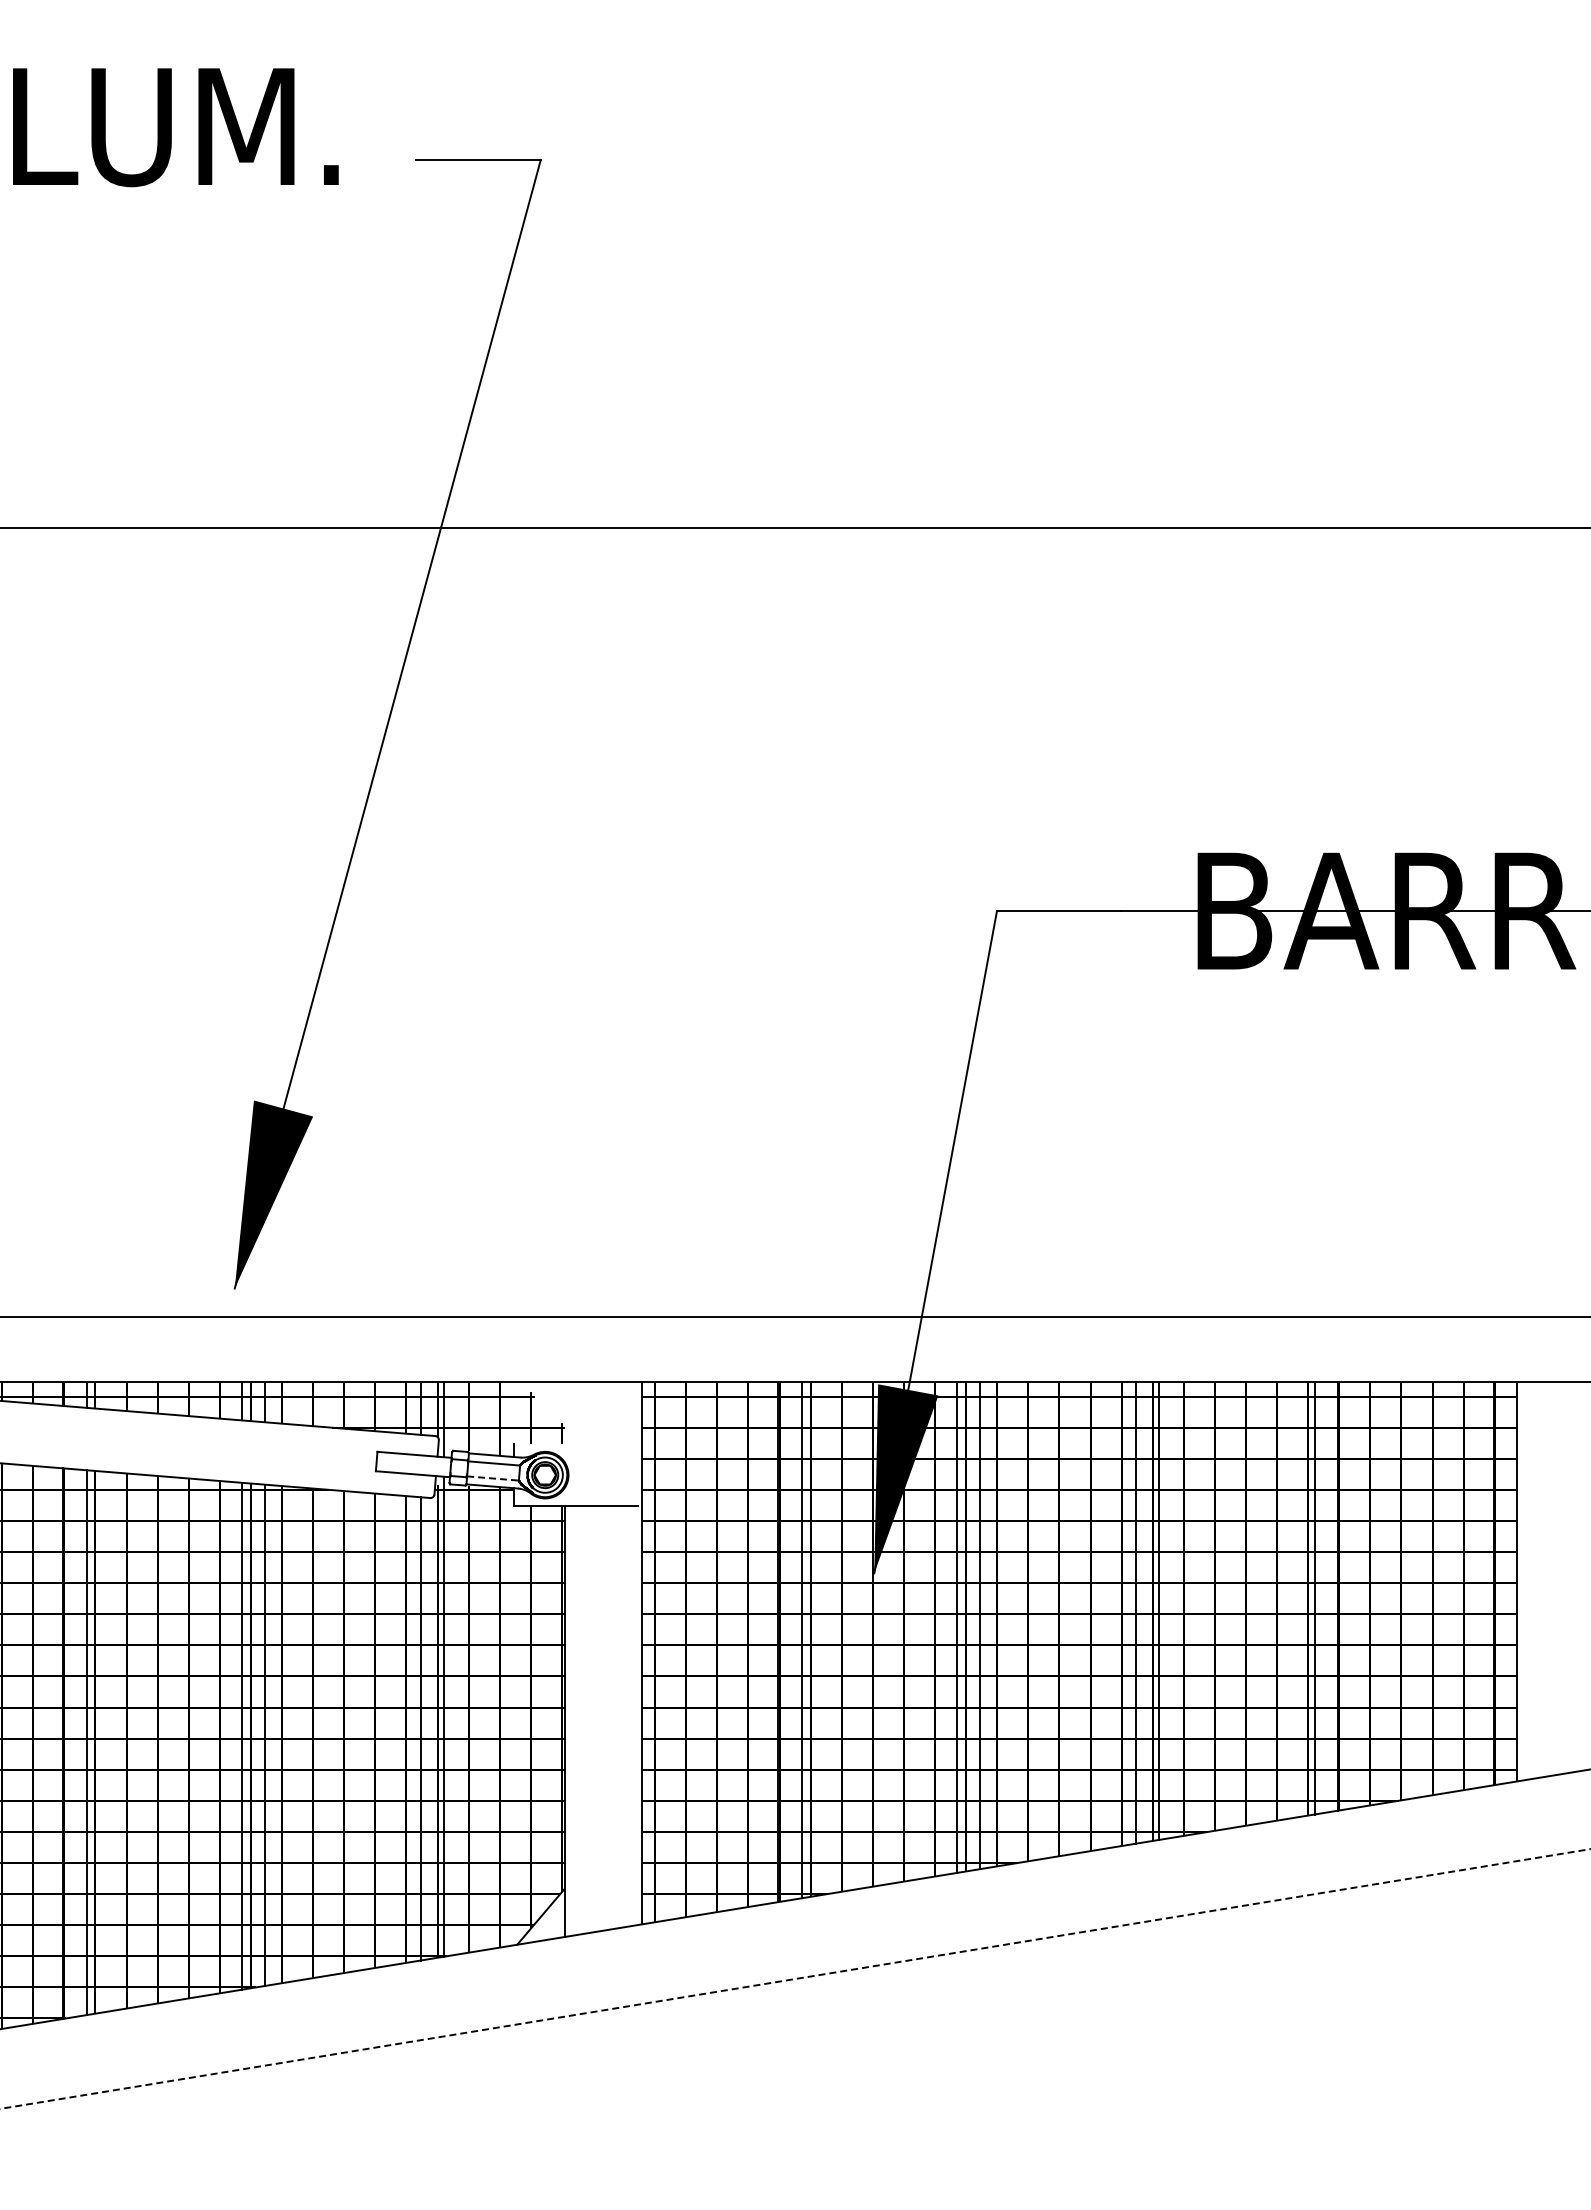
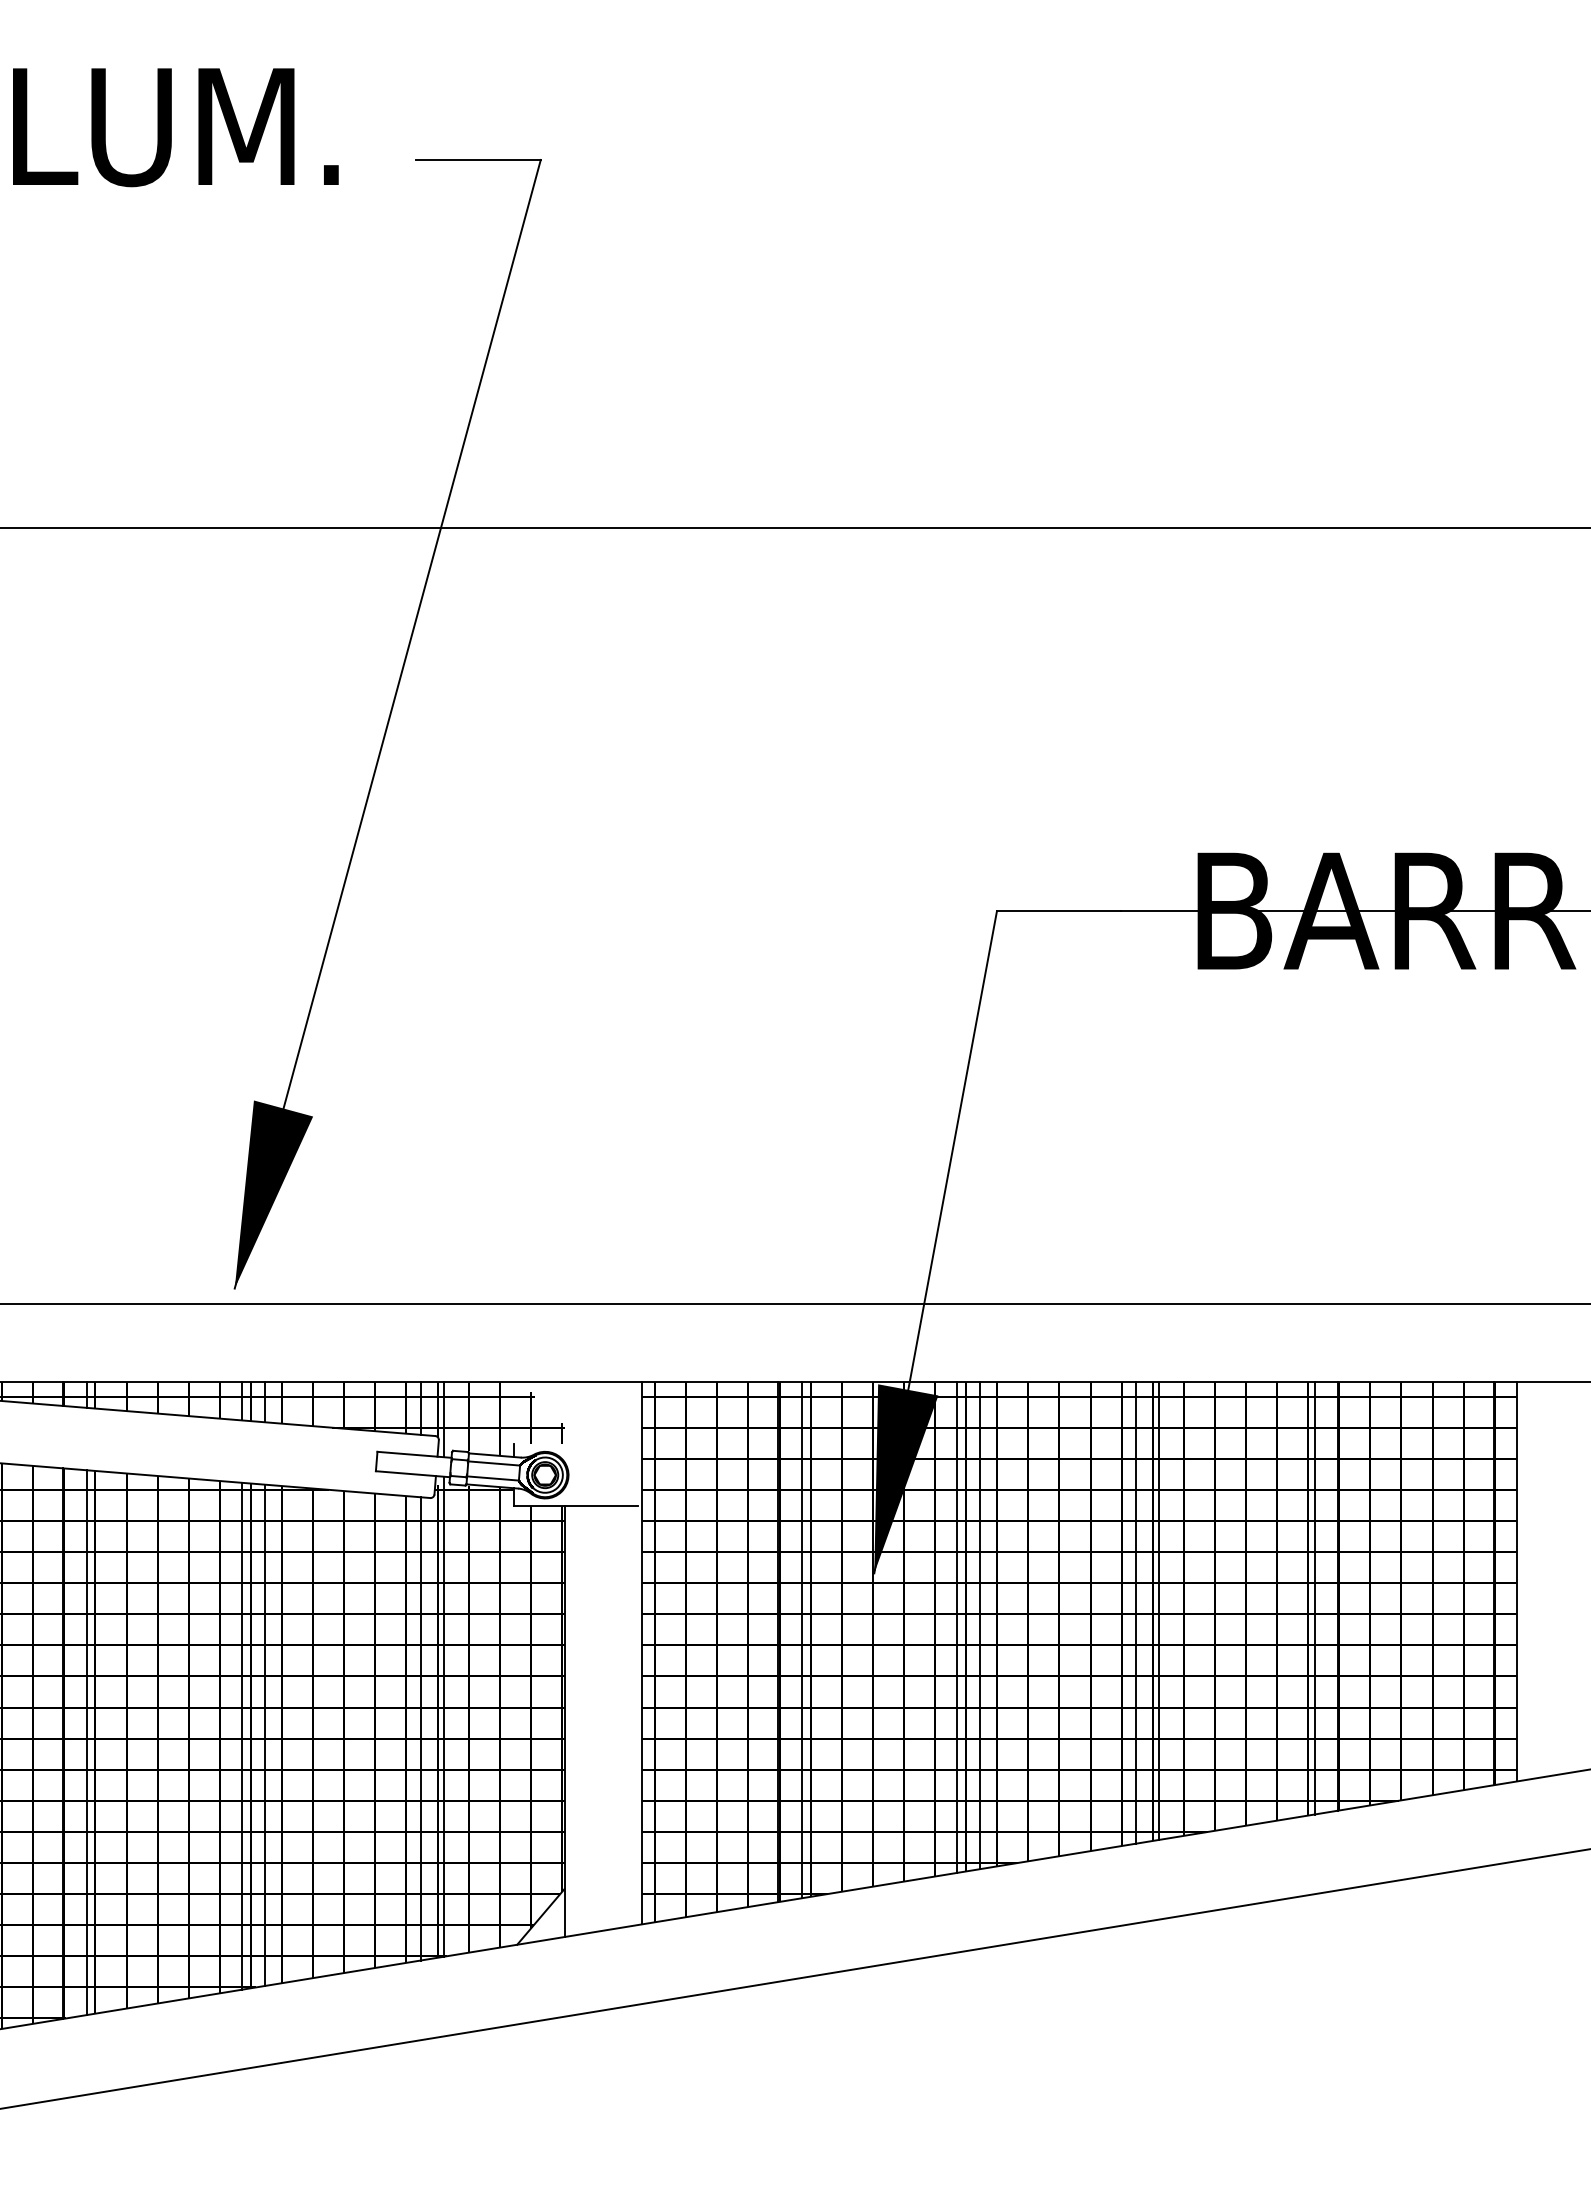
line at (794, 1317) position: (794, 1317) -> (794, 1304)
line at (493, 1478): dashed -> solid
line at (795, 1978): dashed -> solid
